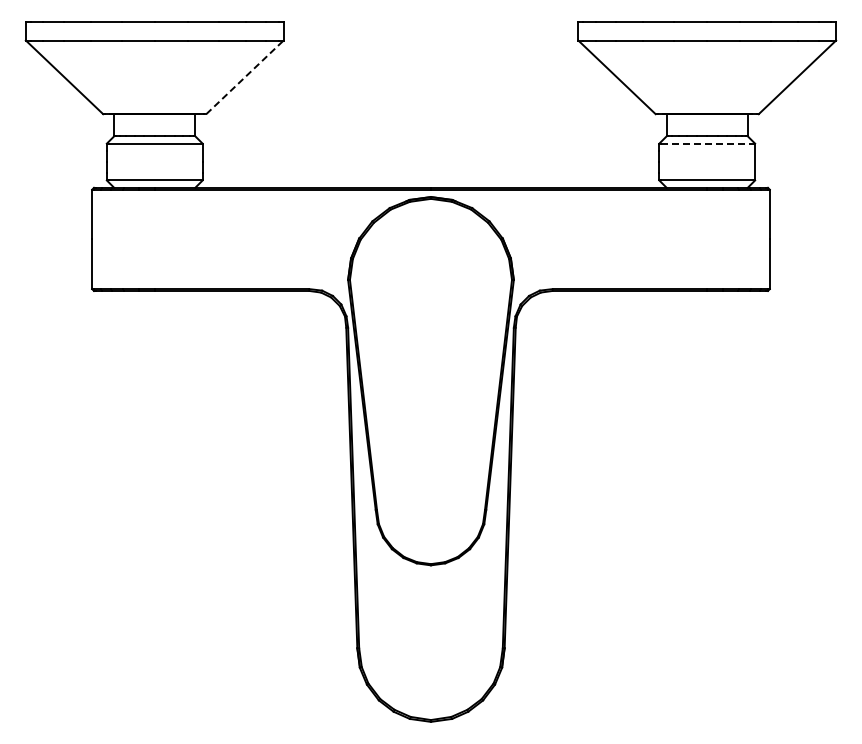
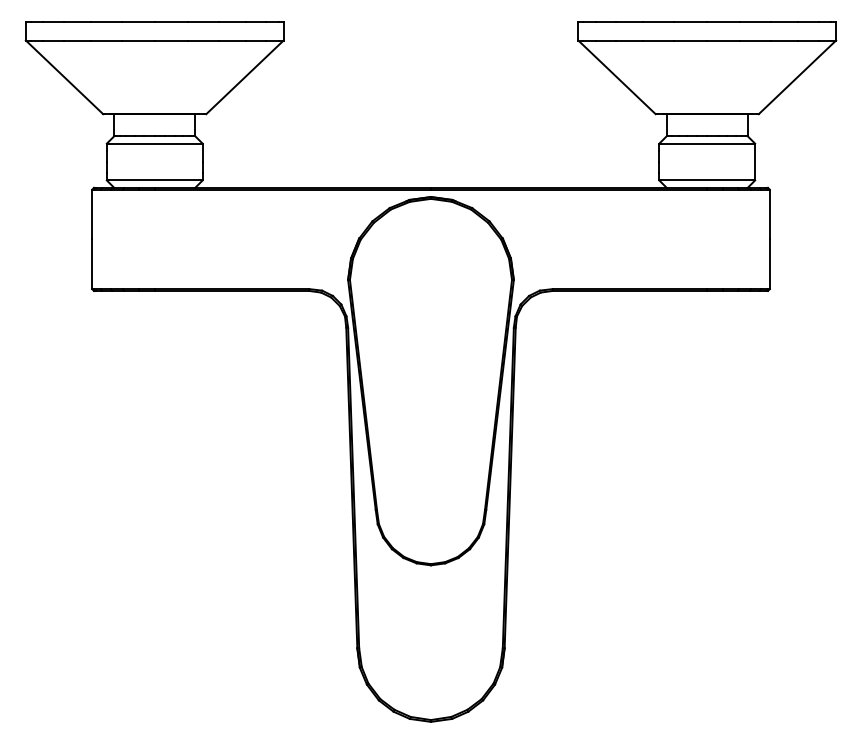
line at (245, 77): dashed -> solid
line at (708, 143): dashed -> solid
